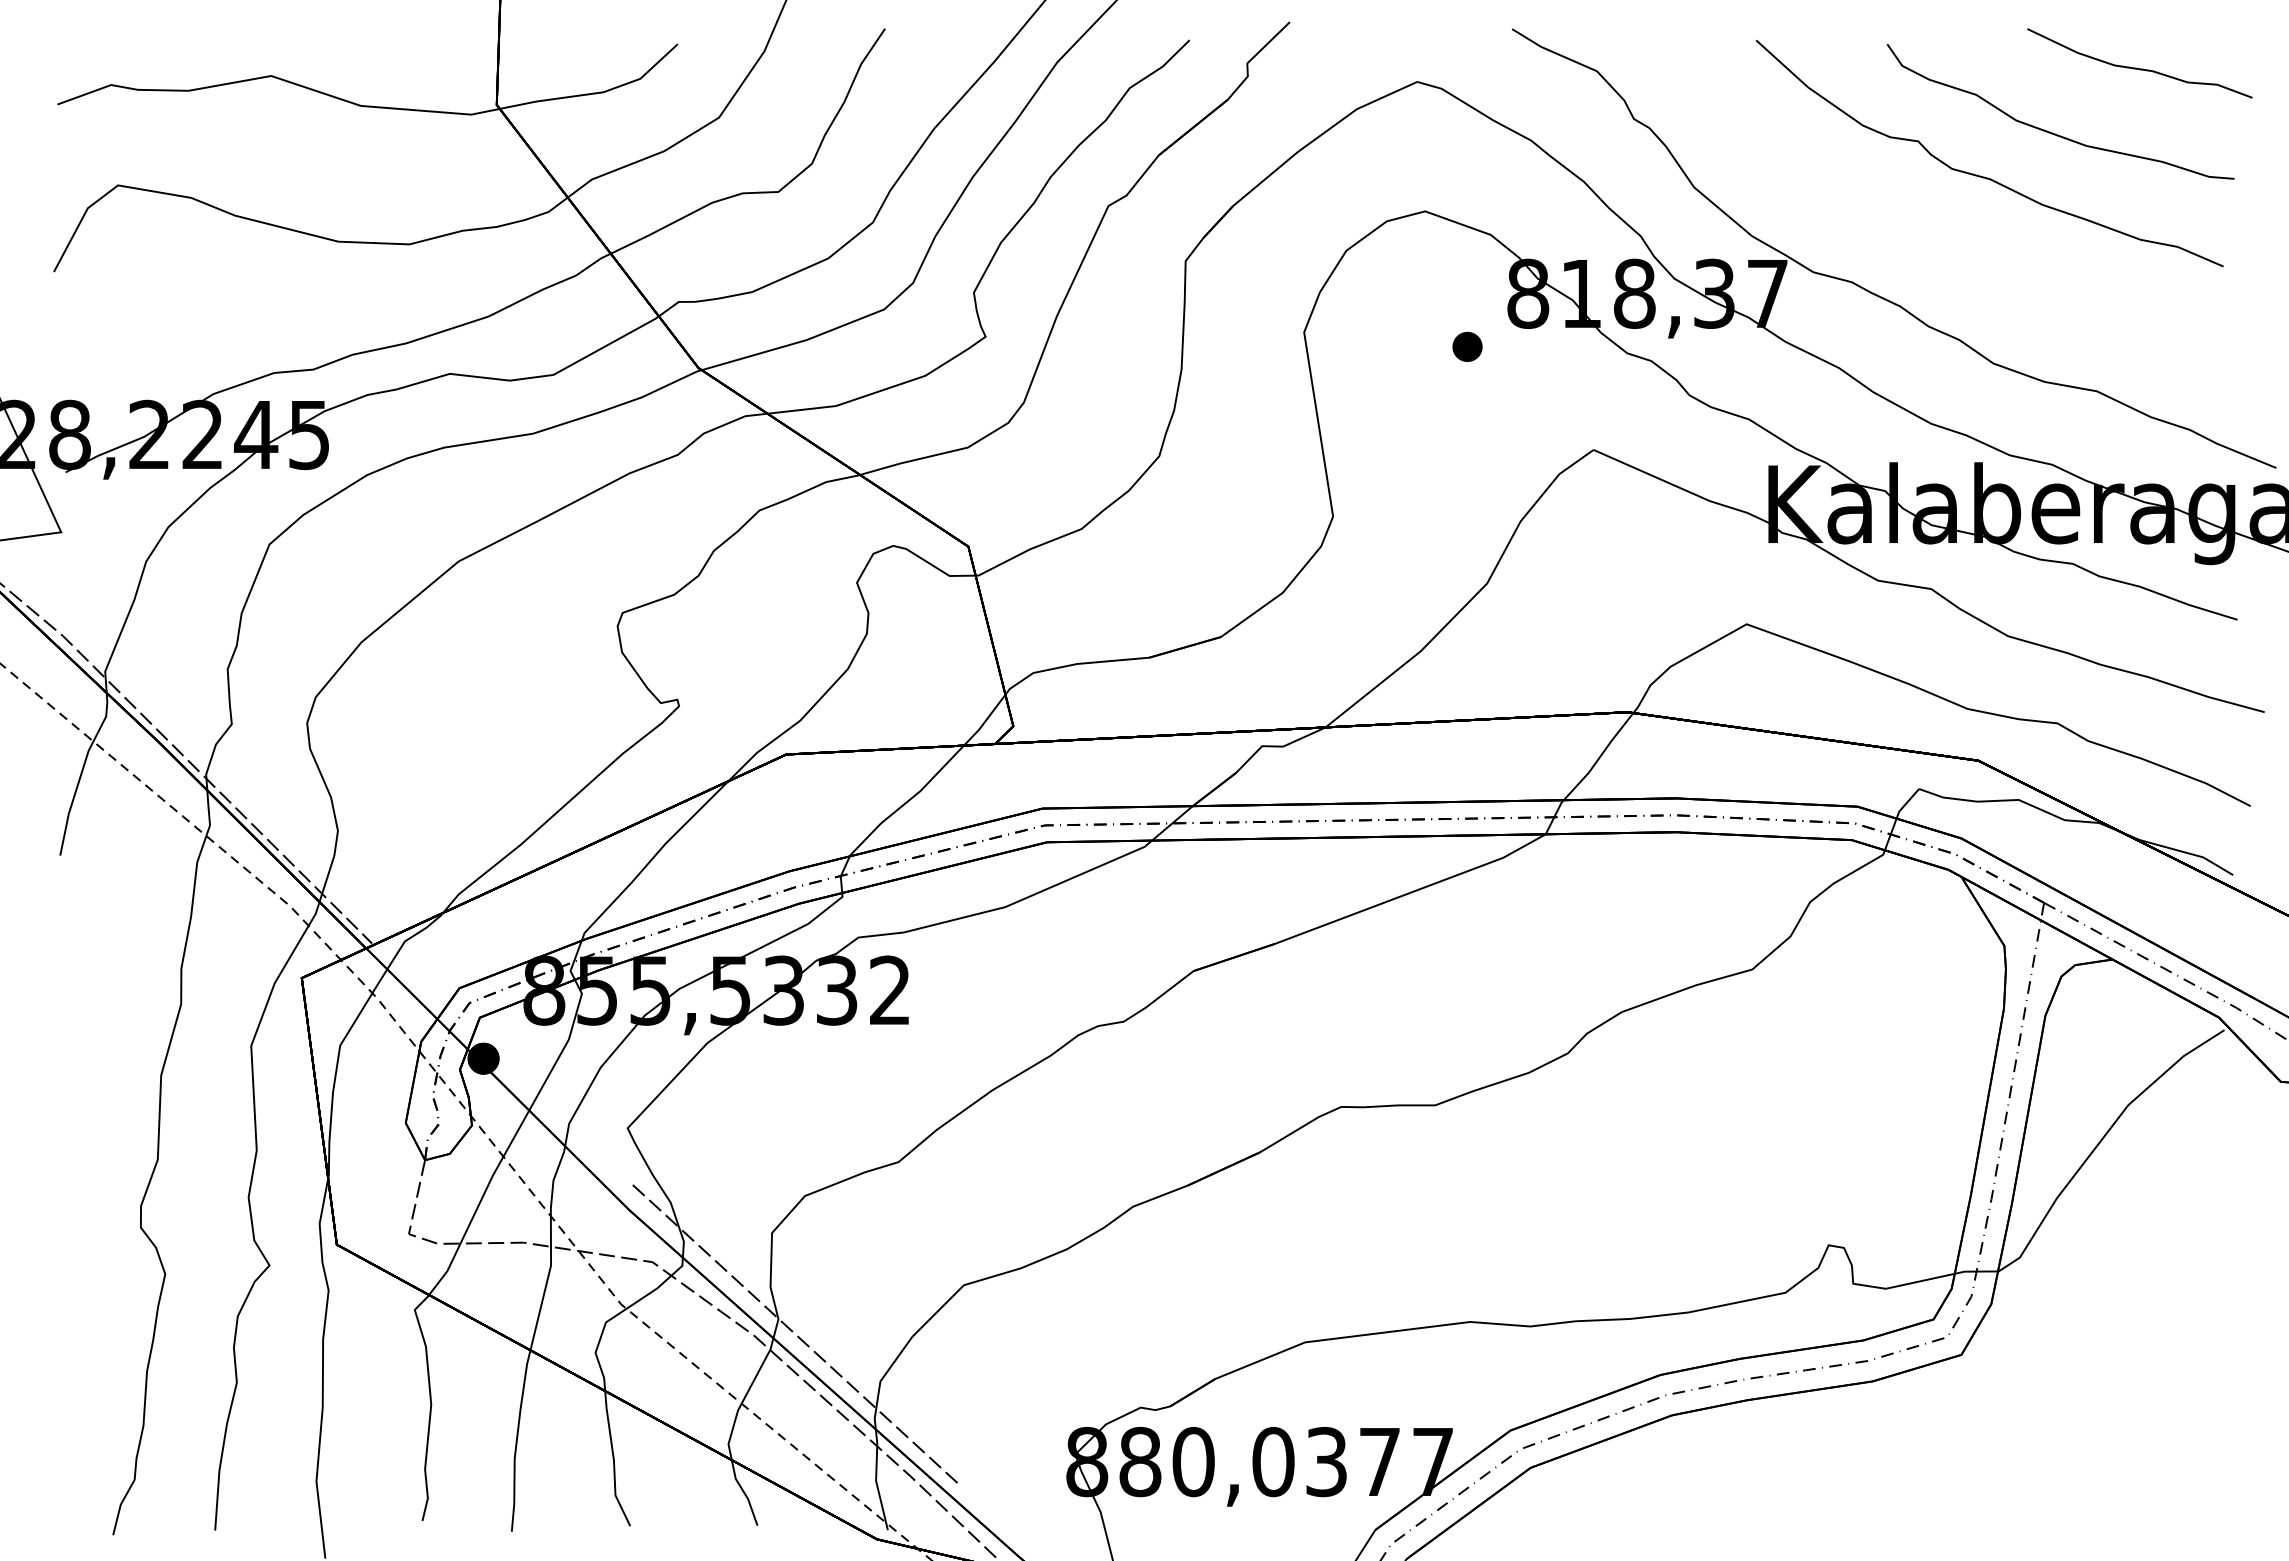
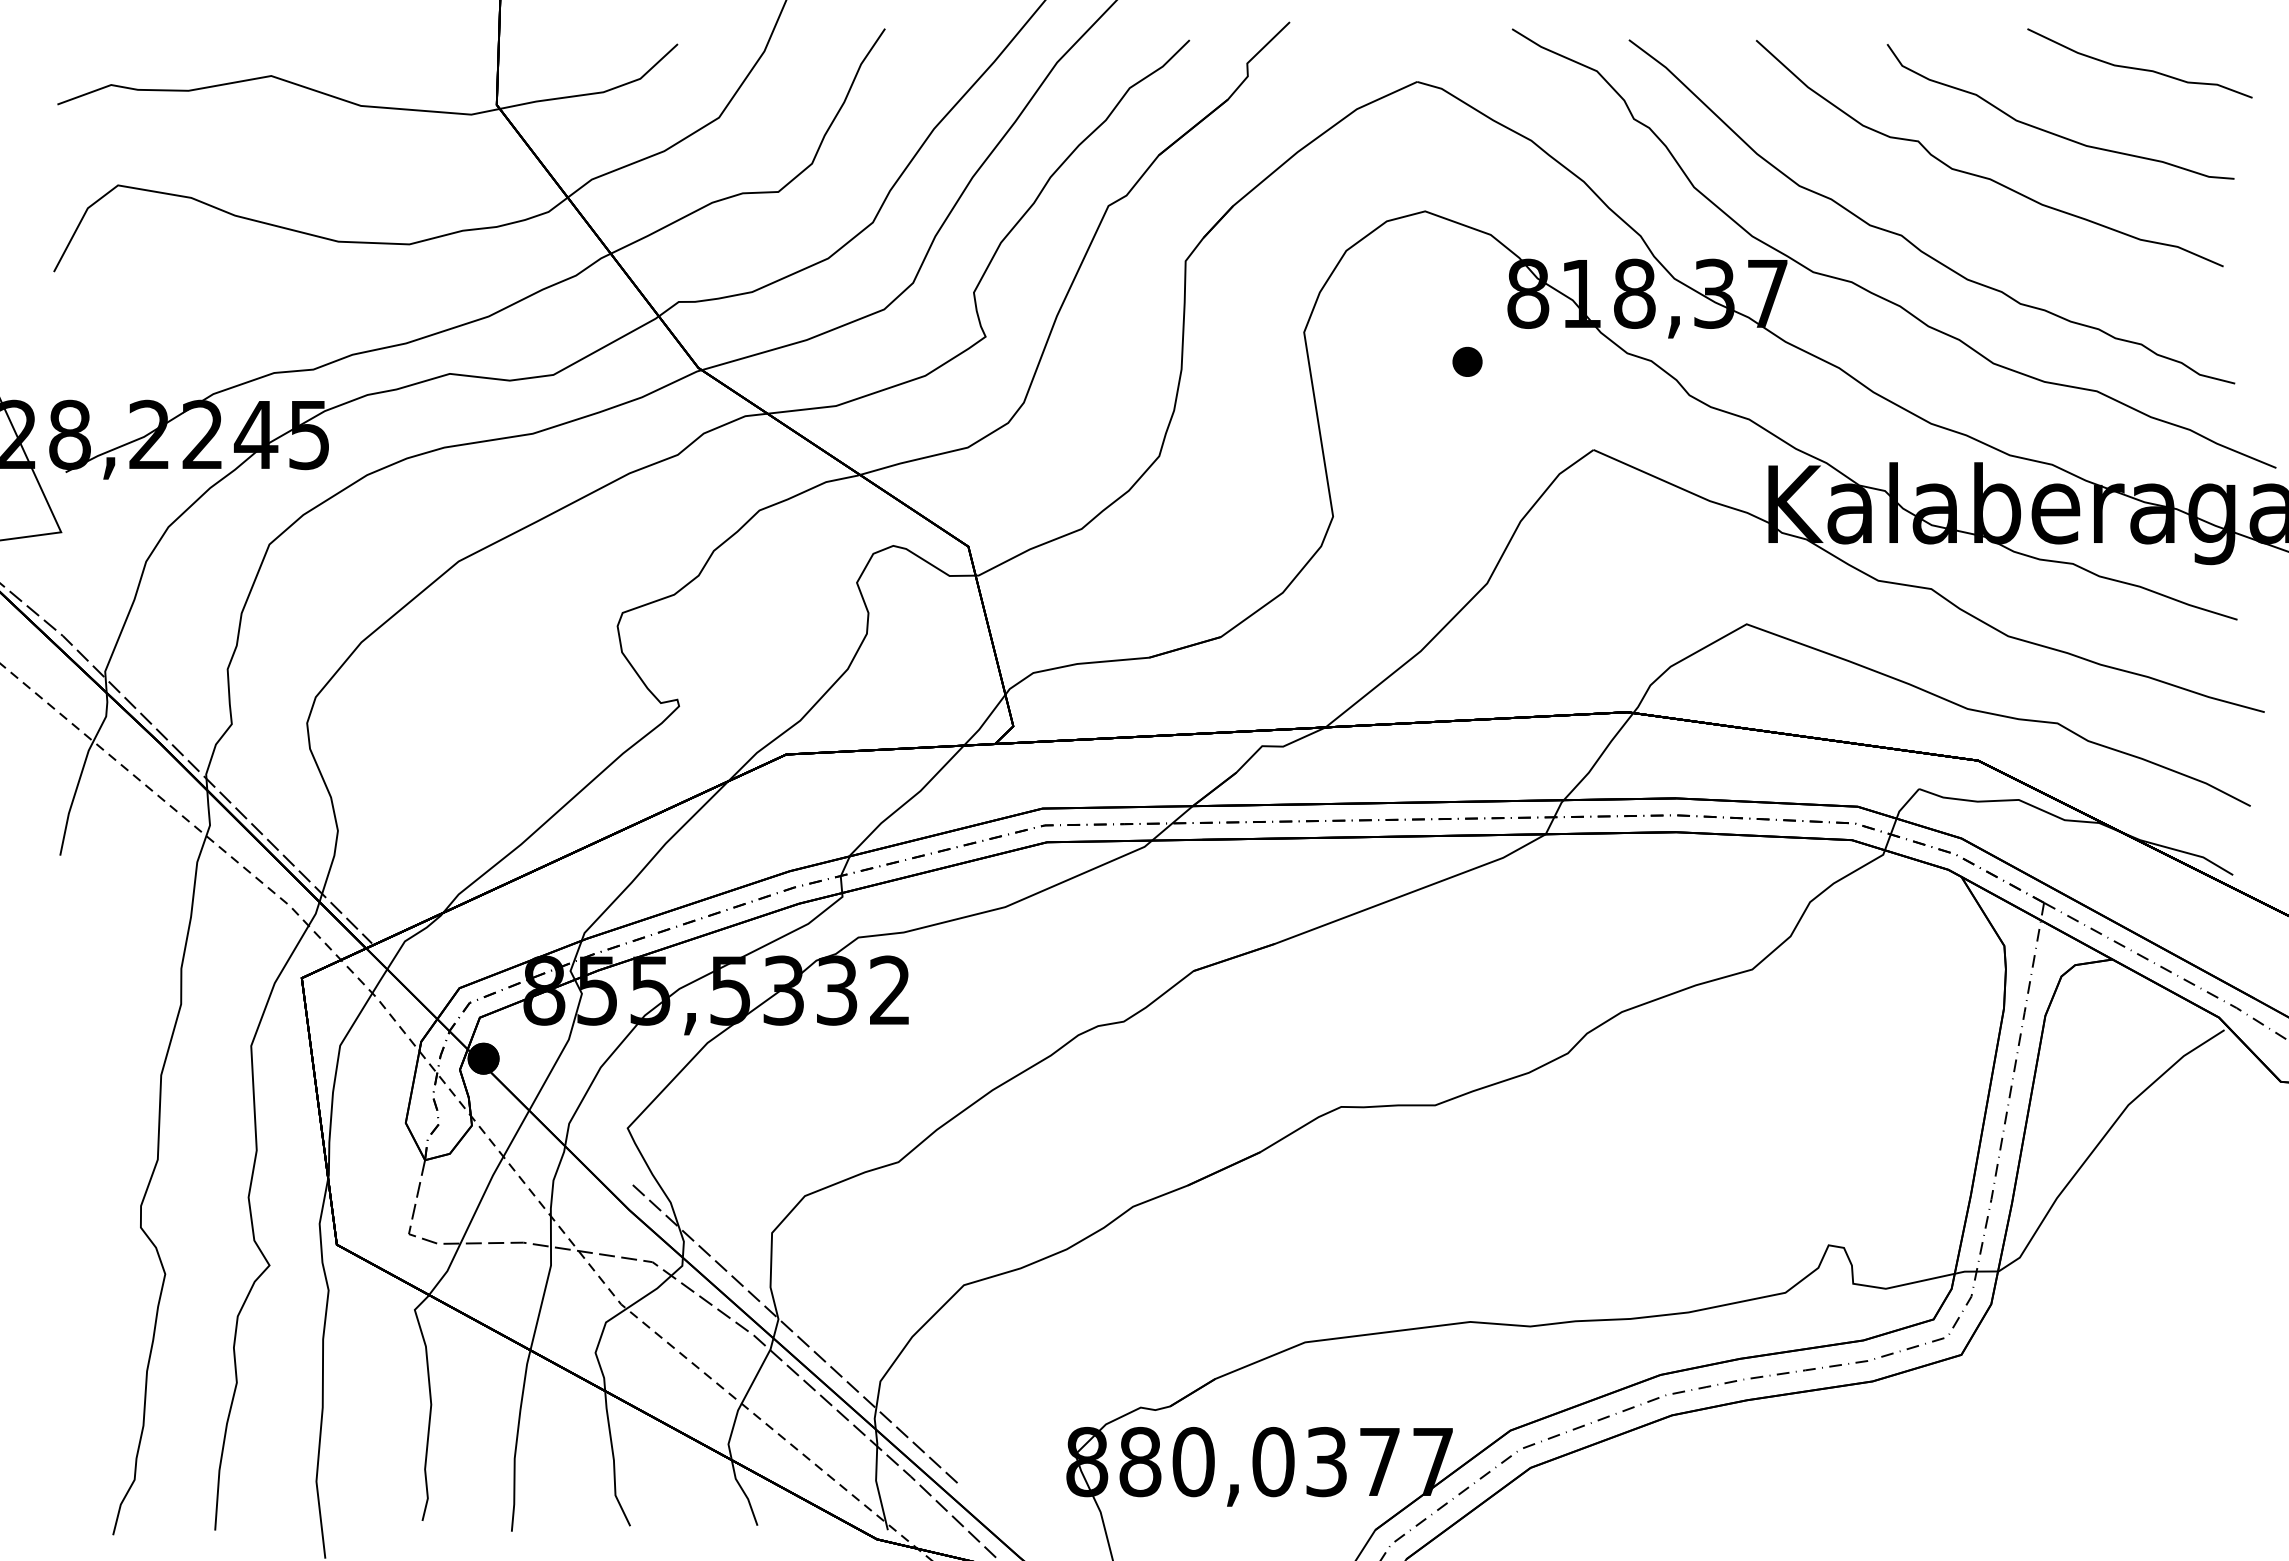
curve at (1908, 239): none -> present
part at (1467, 346) position: (1467, 346) -> (1467, 361)
